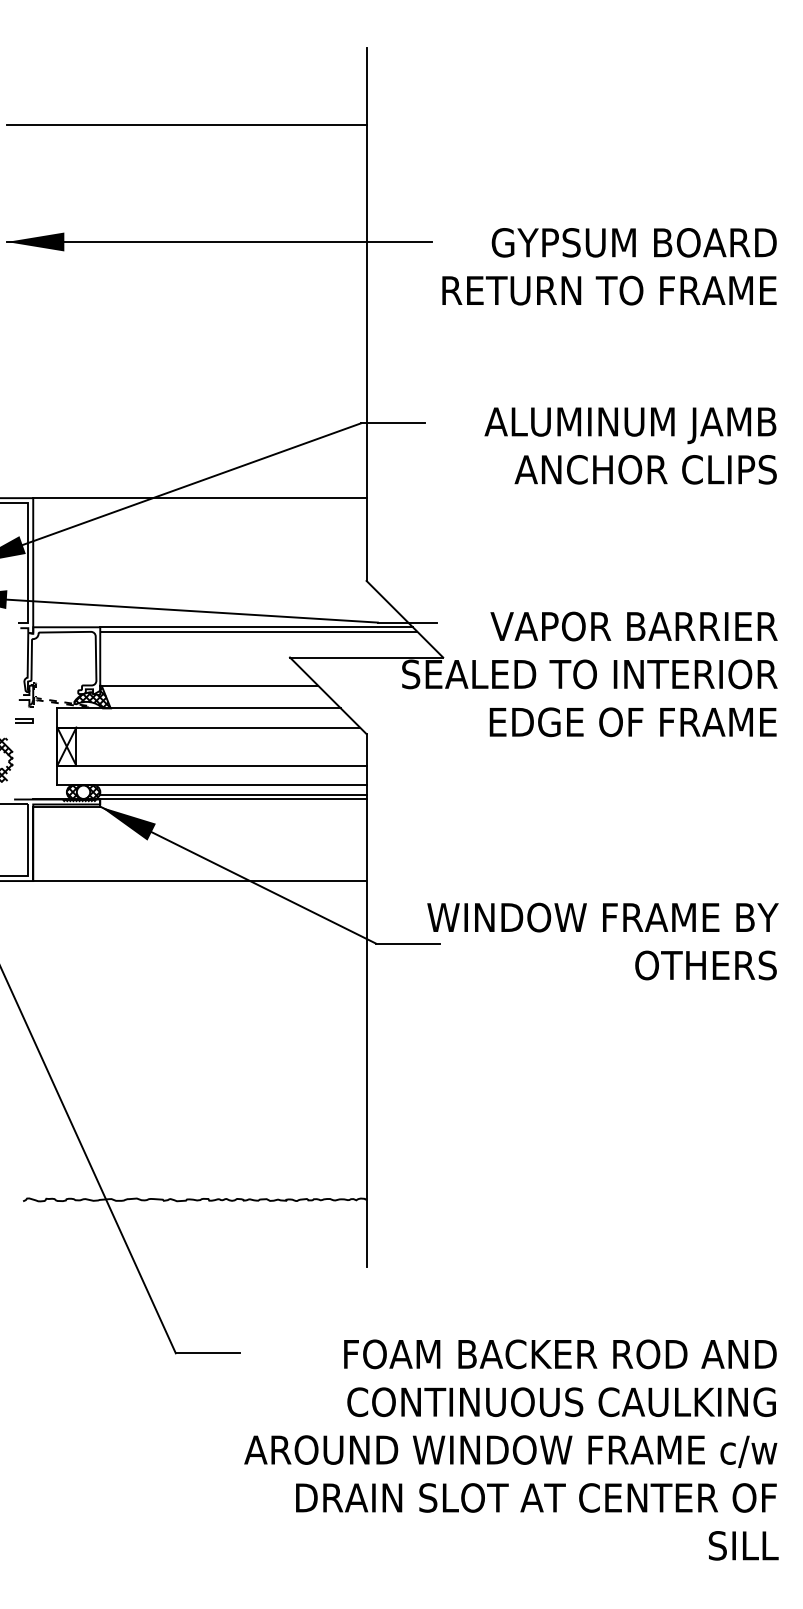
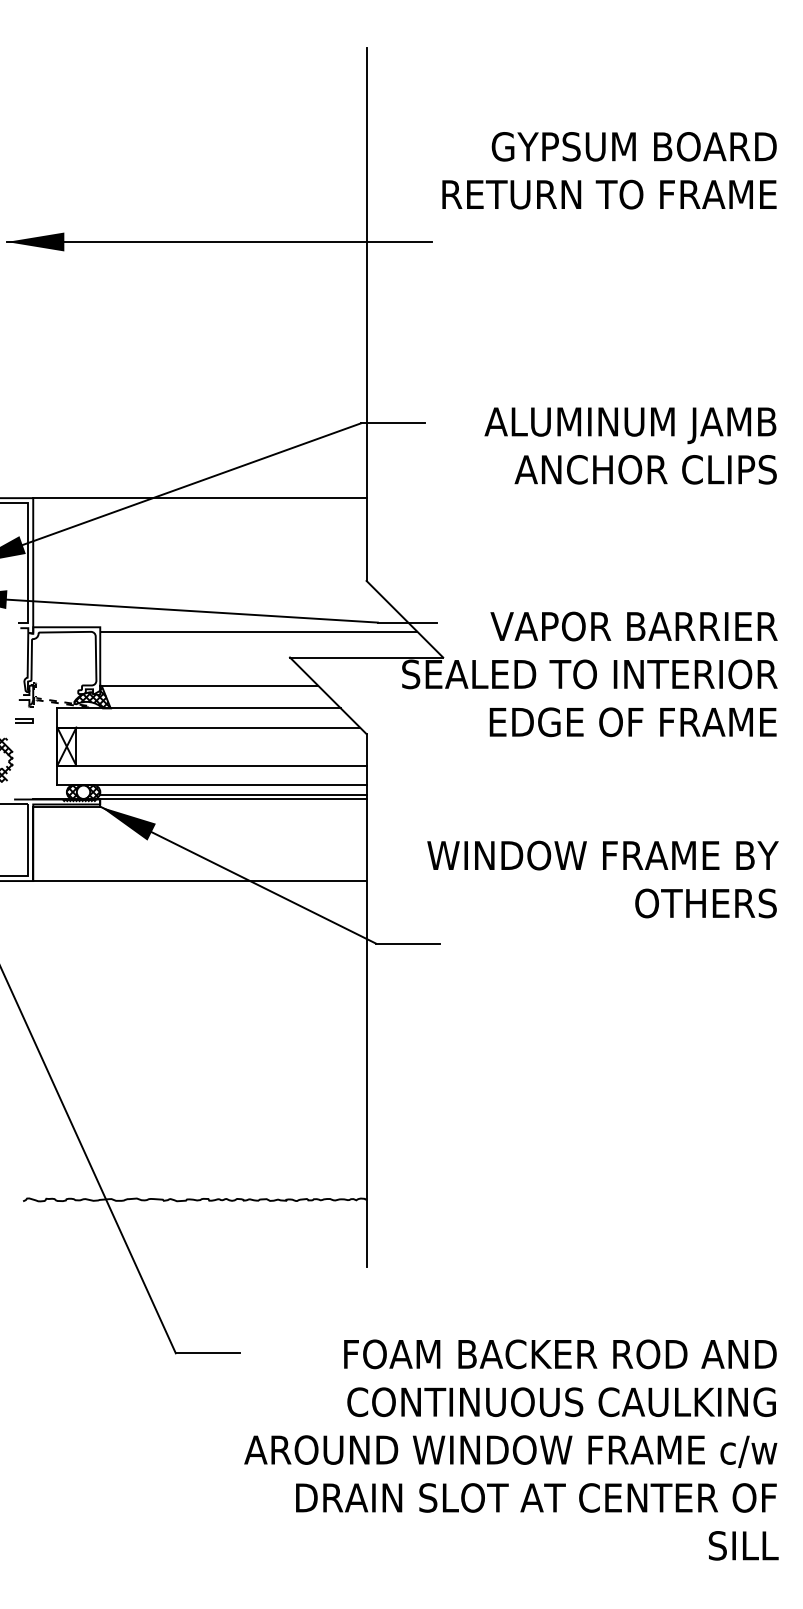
line at (186, 124): present -> none
text at (609, 266) position: (609, 266) -> (609, 170)
line at (256, 627): present -> none
text at (602, 941) position: (602, 941) -> (602, 879)
